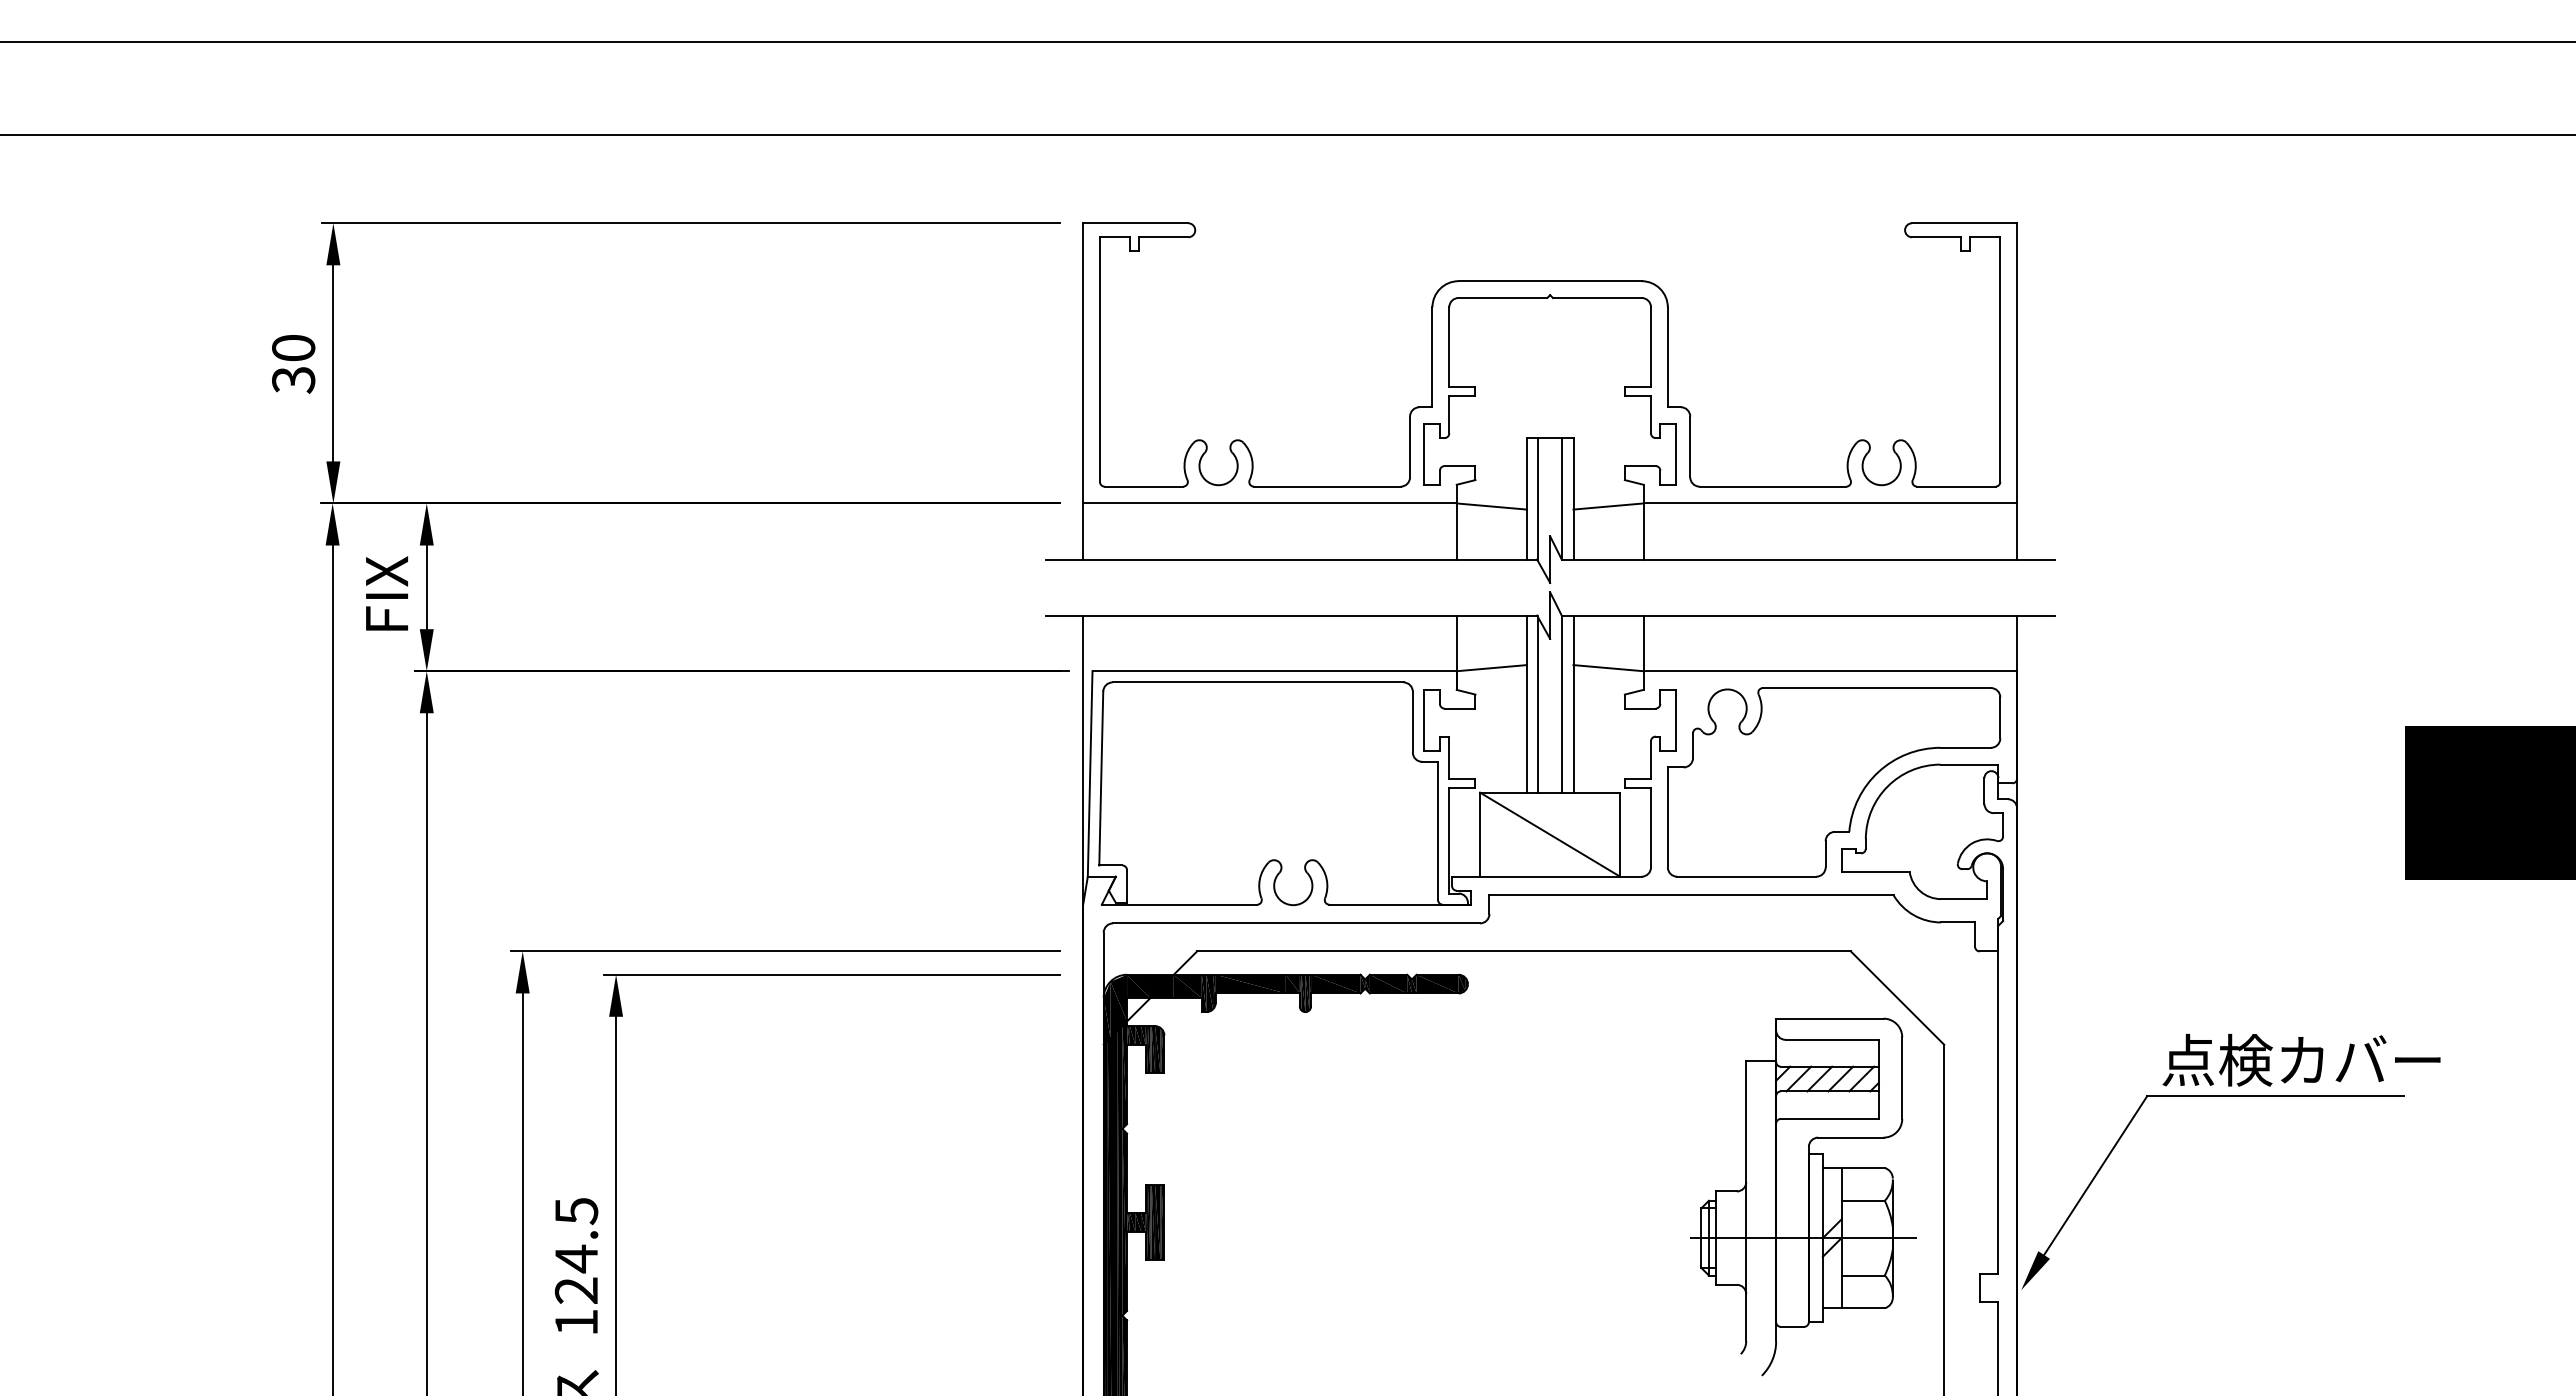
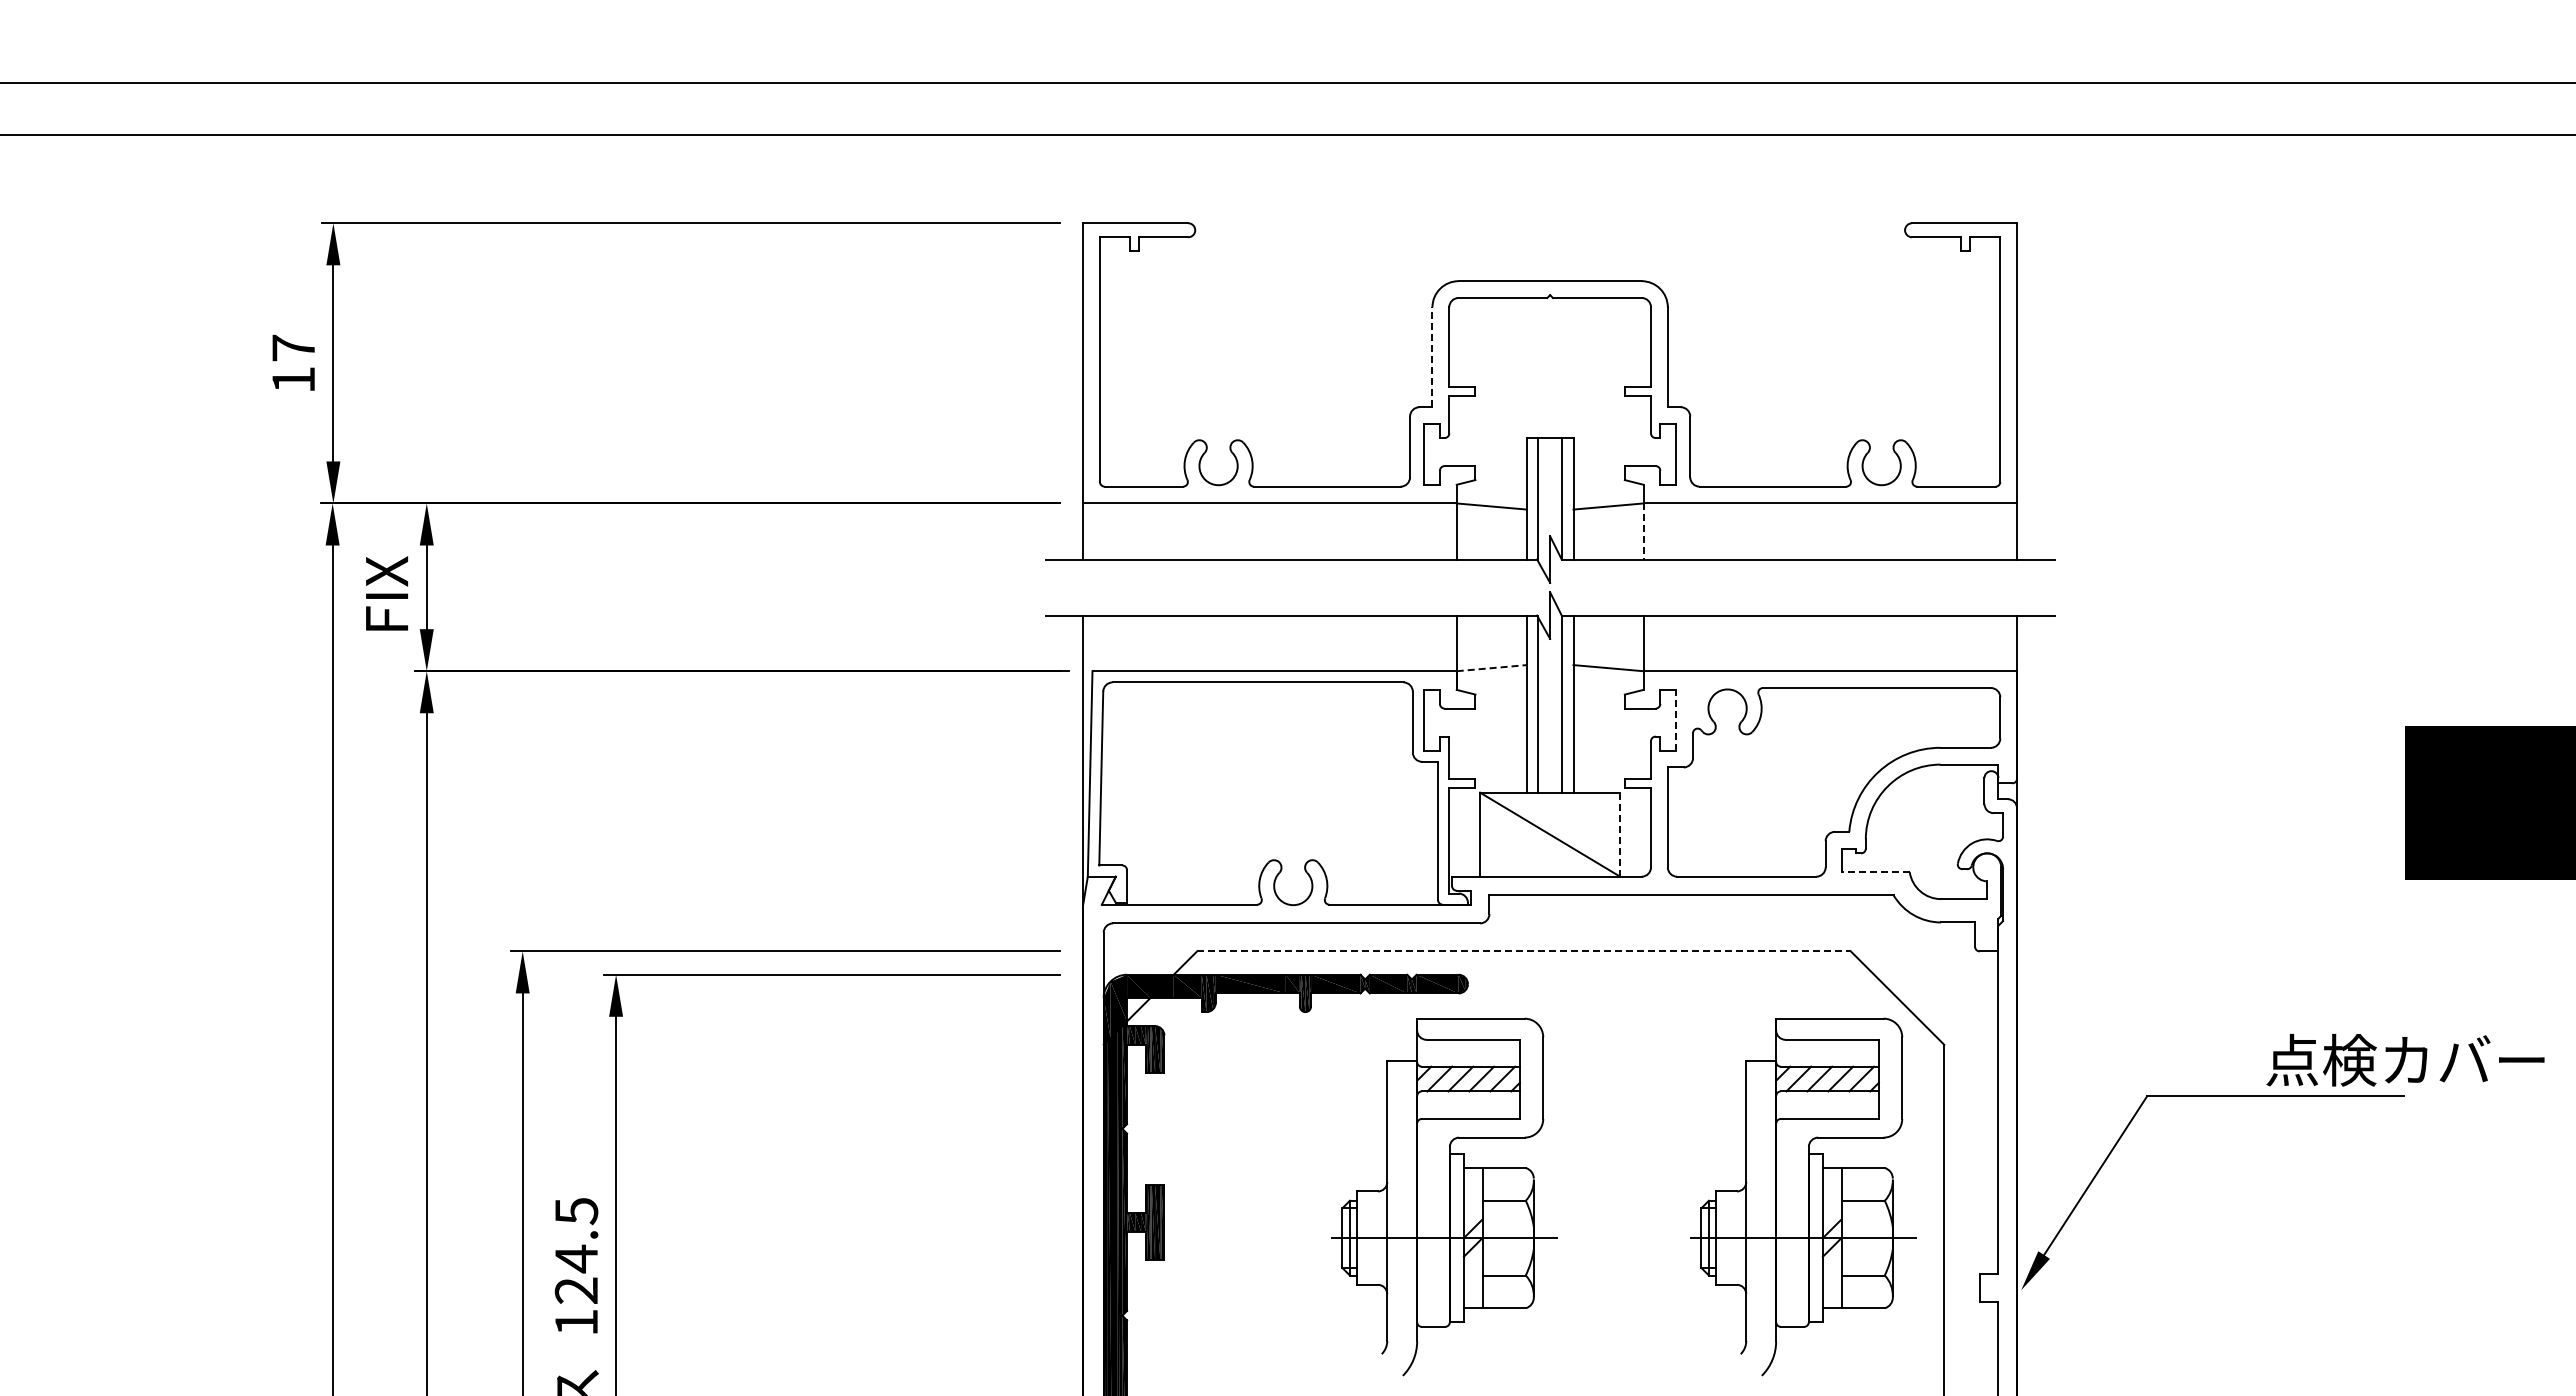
line at (1287, 41) position: (1287, 41) -> (1287, 82)
line at (1432, 357): solid -> dashed
text at (293, 363): 30 -> 17
line at (1643, 531): solid -> dashed
line at (1492, 668): solid -> dashed
line at (1676, 719): solid -> dashed
line at (1620, 835): solid -> dashed
line at (1876, 872): solid -> dashed
line at (1523, 951): solid -> dashed
text at (2301, 1060) position: (2301, 1060) -> (2405, 1060)
part at (1444, 1196): none -> present
